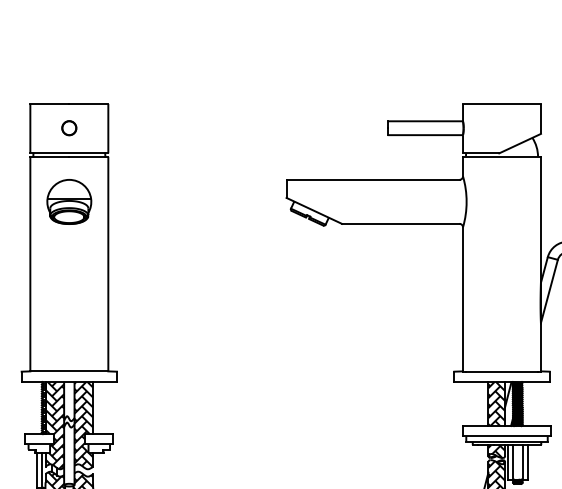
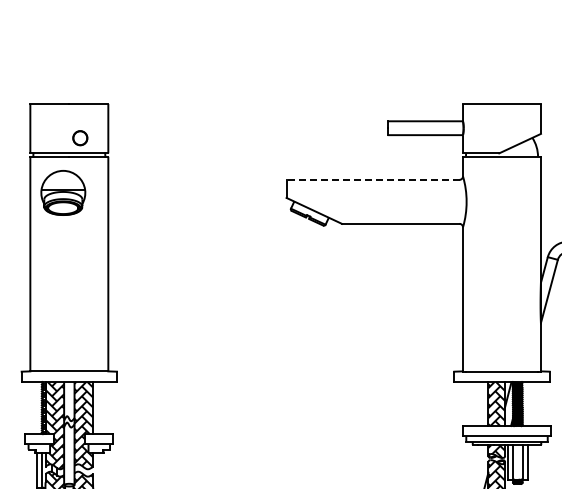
part at (69, 128) position: (69, 128) -> (80, 138)
line at (372, 179): solid -> dashed
part at (69, 201) position: (69, 201) -> (63, 192)
